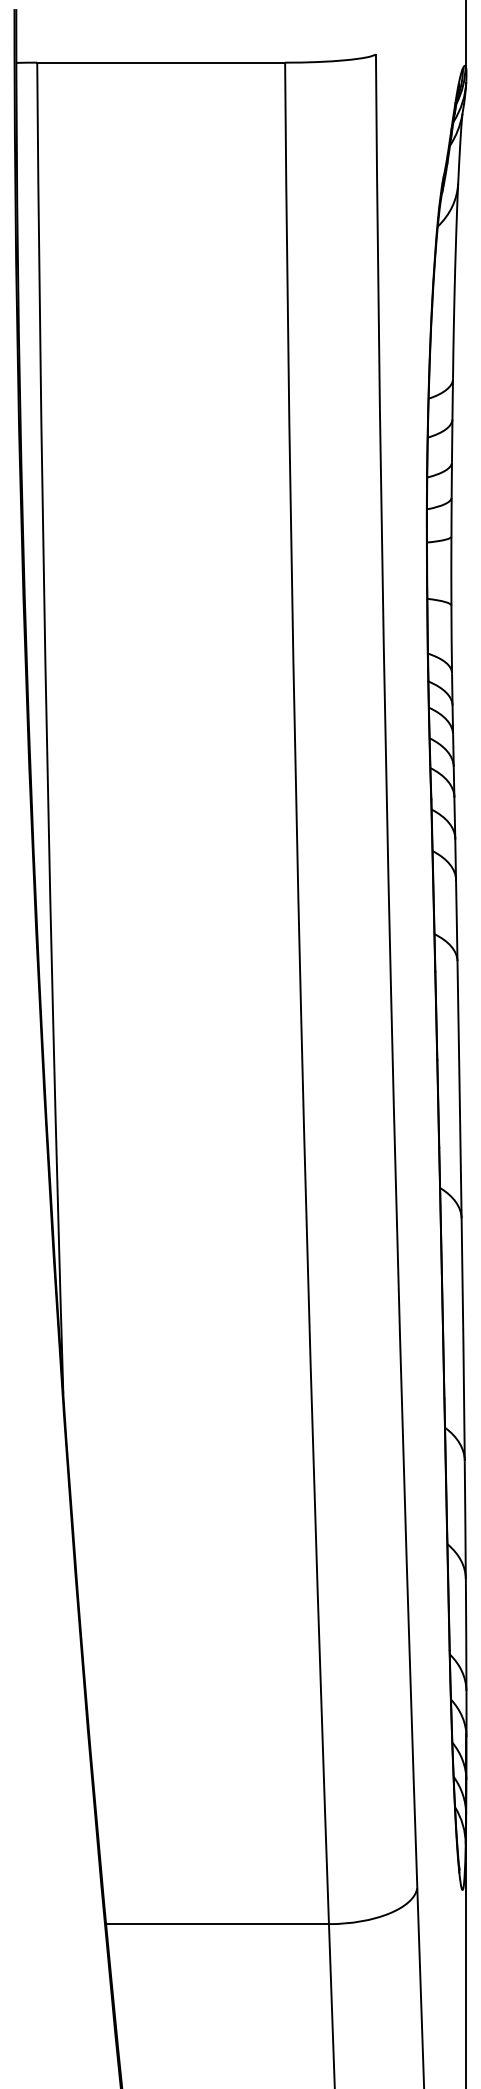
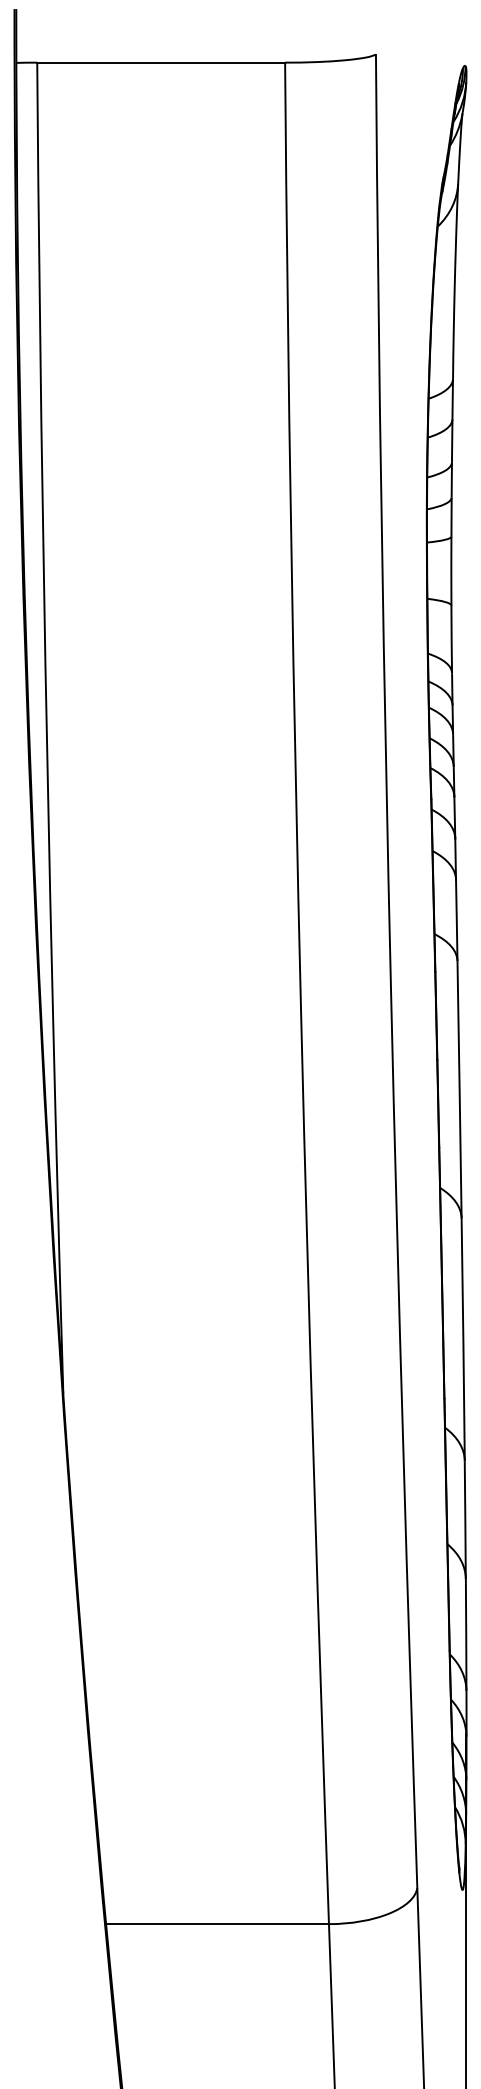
line at (466, 37): present -> none
